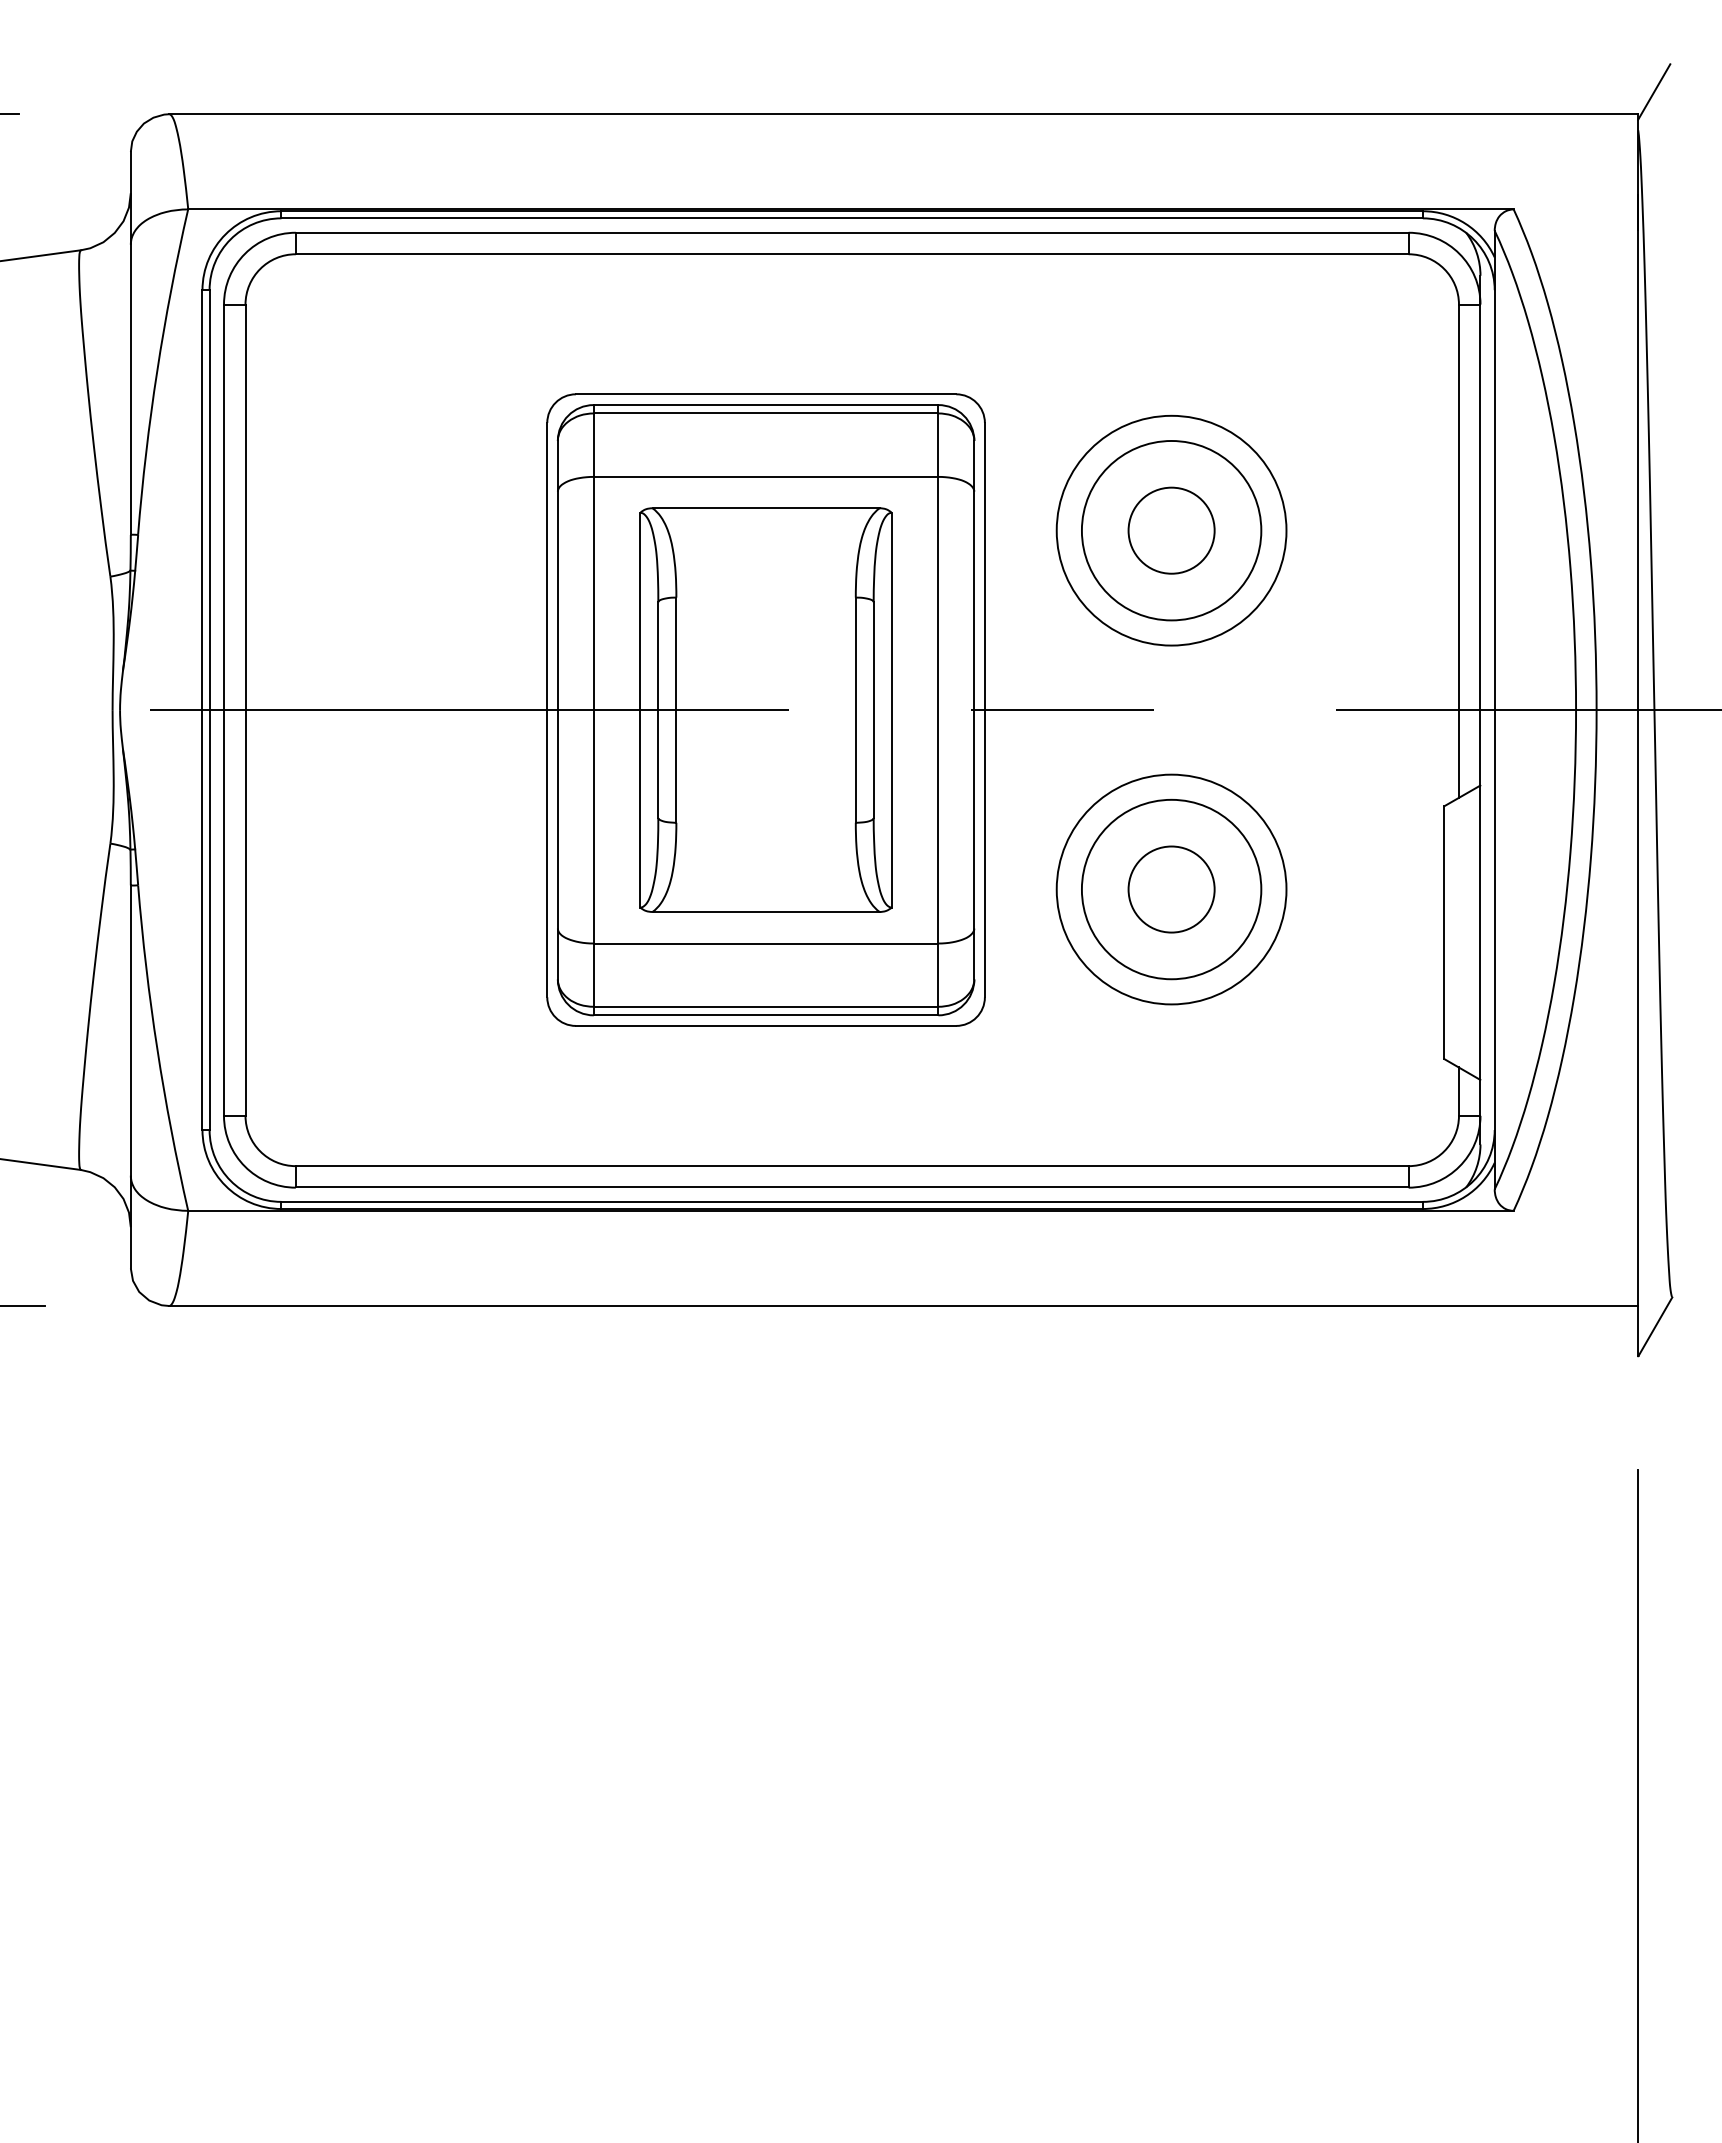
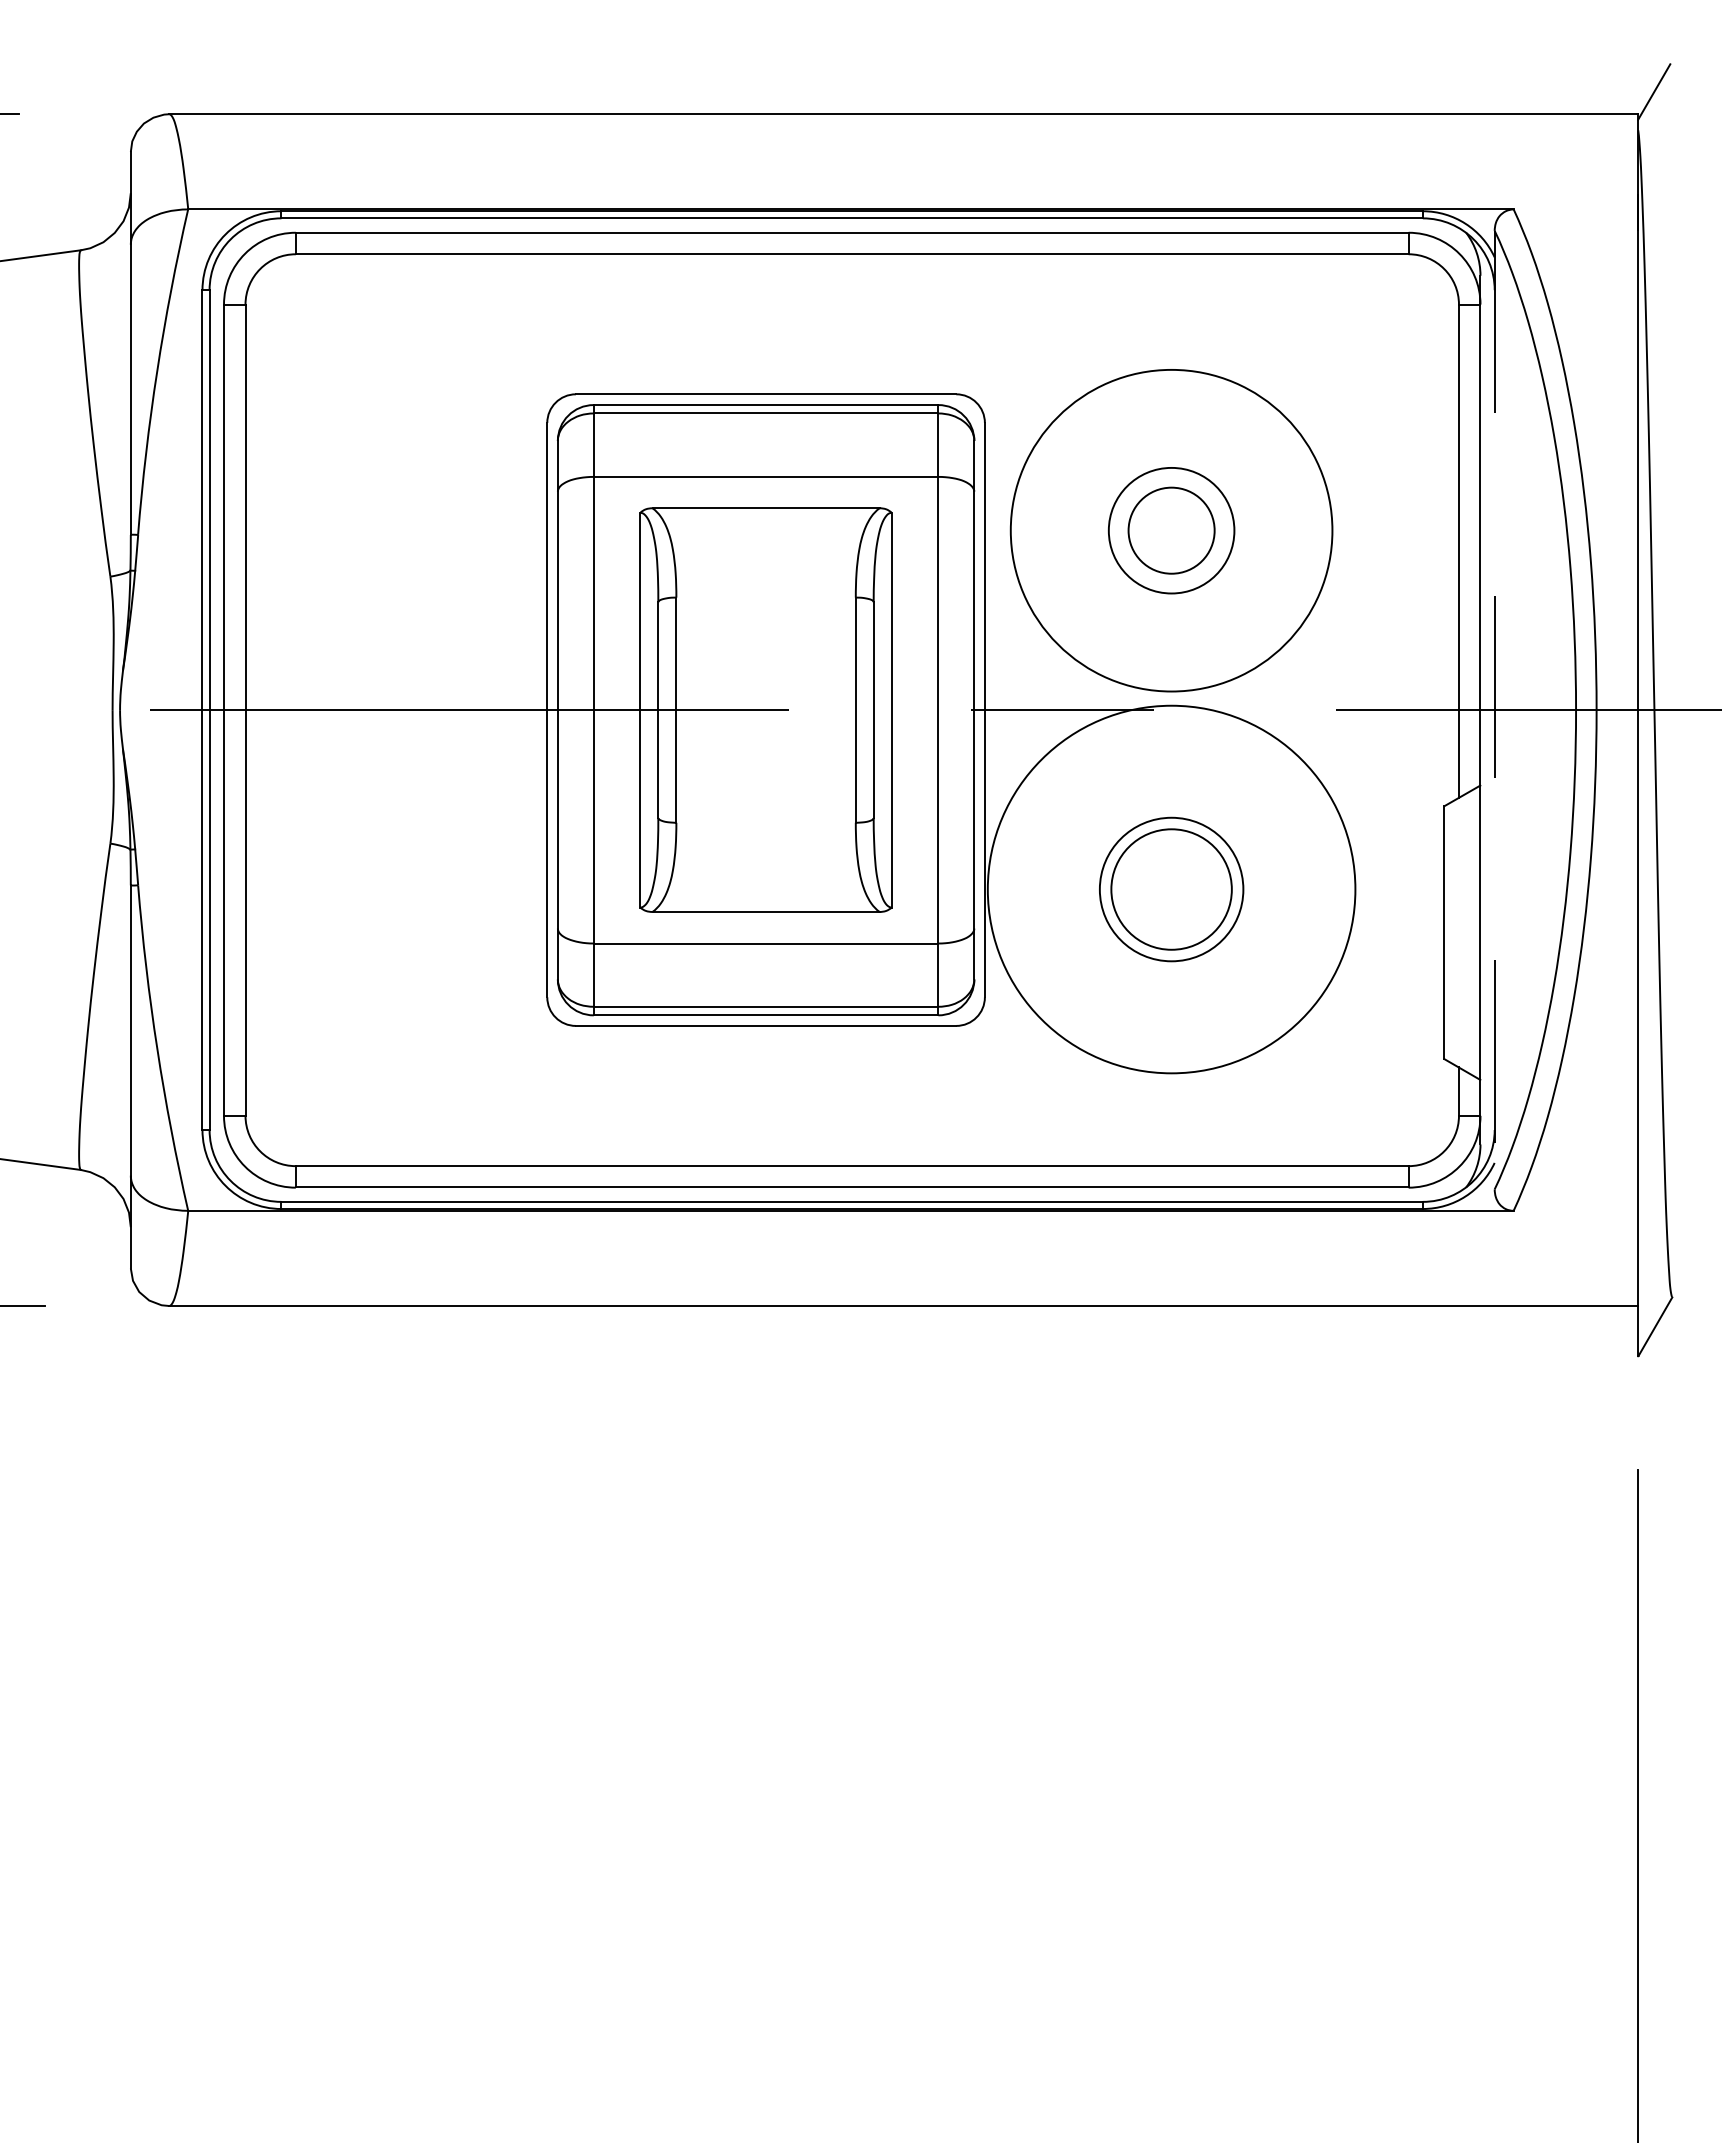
circle at (1171, 530) diameter: 179 px -> 126 px
circle at (1171, 530) diameter: 230 px -> 322 px
line at (1494, 710): solid -> dashed
circle at (1171, 889) diameter: 179 px -> 144 px
circle at (1171, 889) diameter: 230 px -> 368 px
circle at (1171, 889) diameter: 86 px -> 120 px
